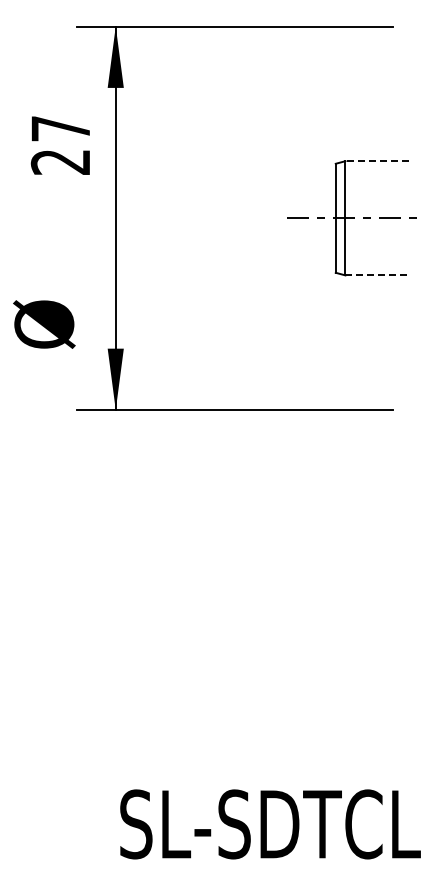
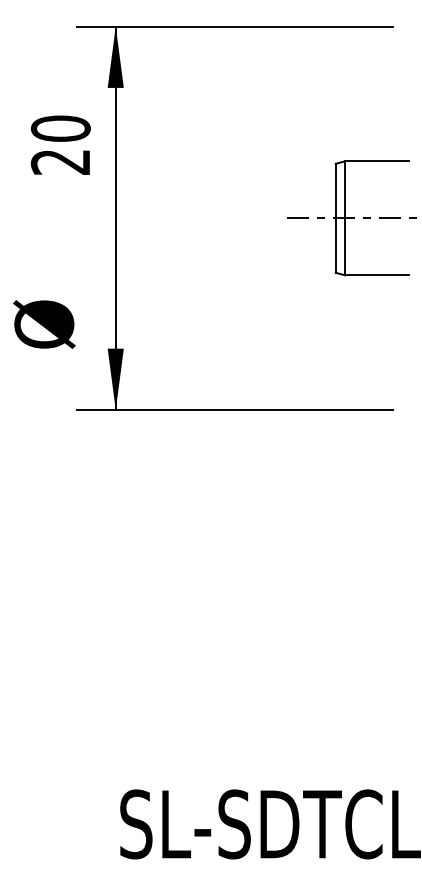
text at (60, 128): 27 -> 20
line at (377, 161): dashed -> solid
line at (377, 275): dashed -> solid
